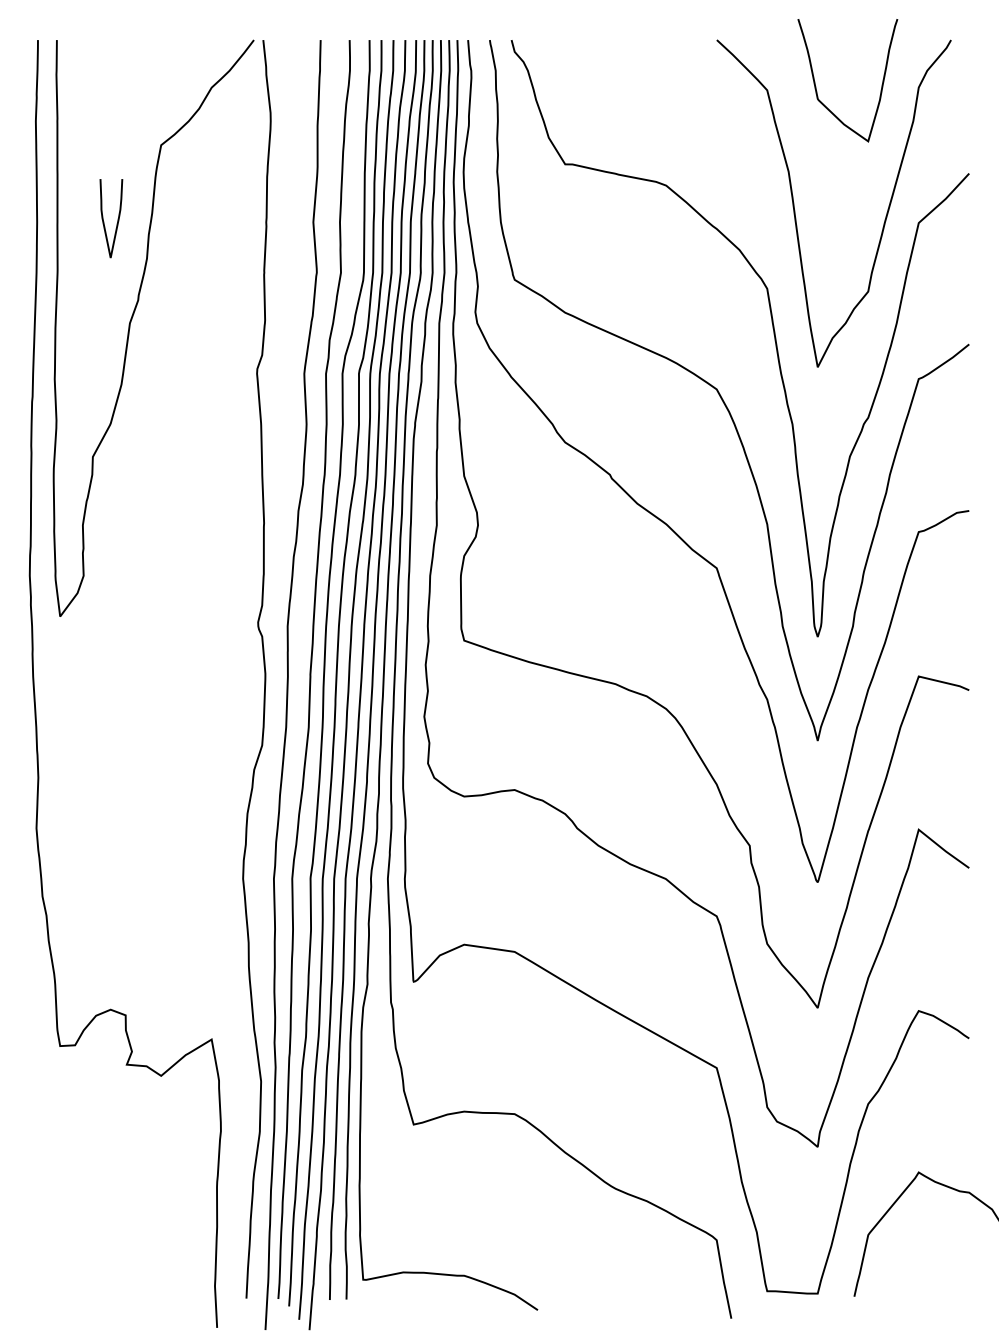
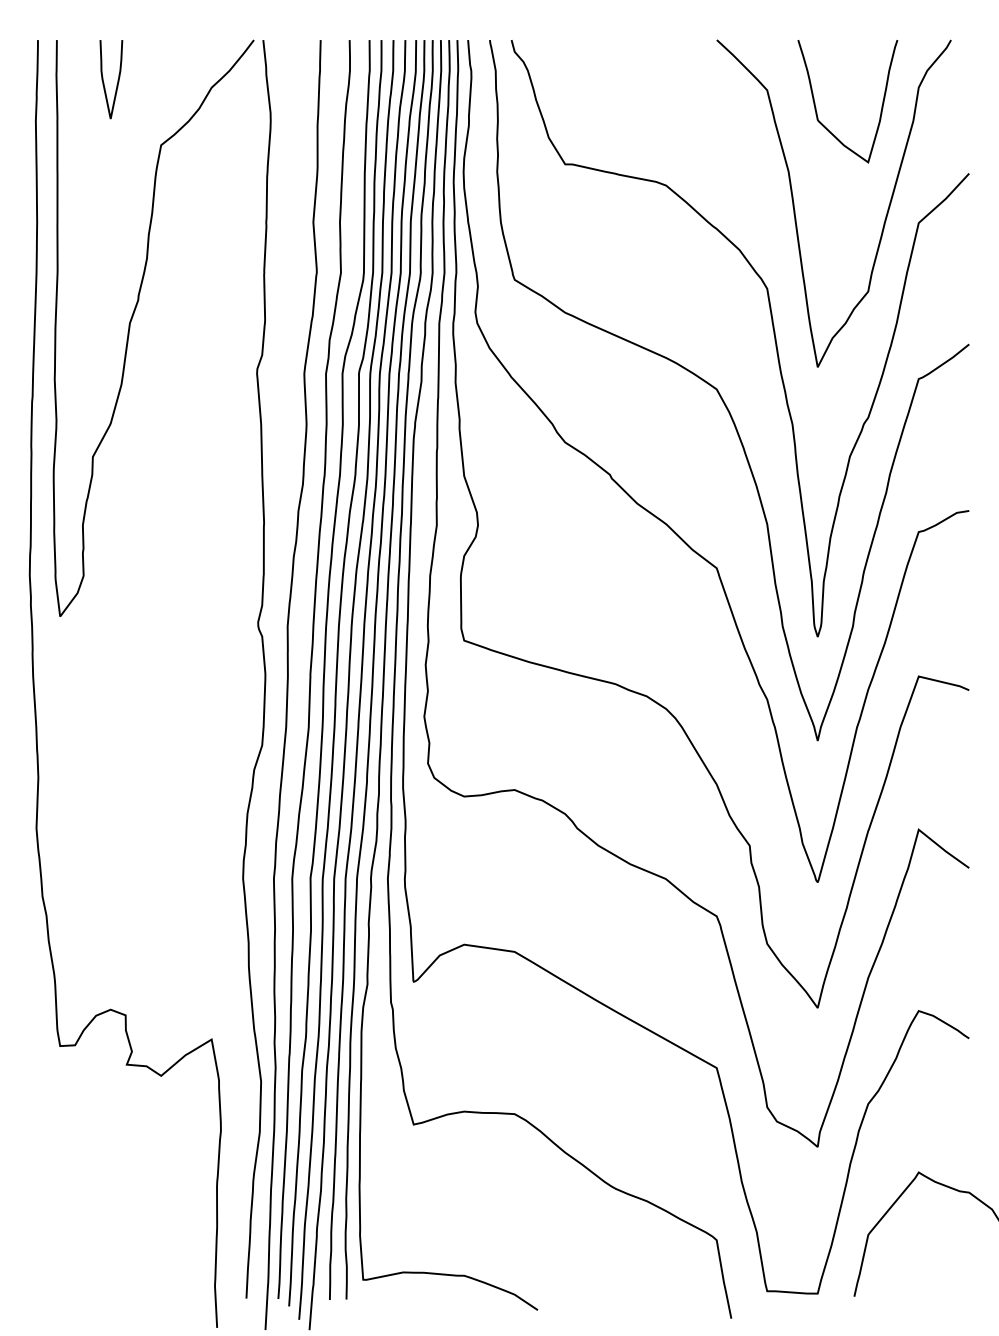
curve at (816, 86) position: (816, 86) -> (816, 107)
curve at (117, 218) position: (117, 218) -> (117, 79)
